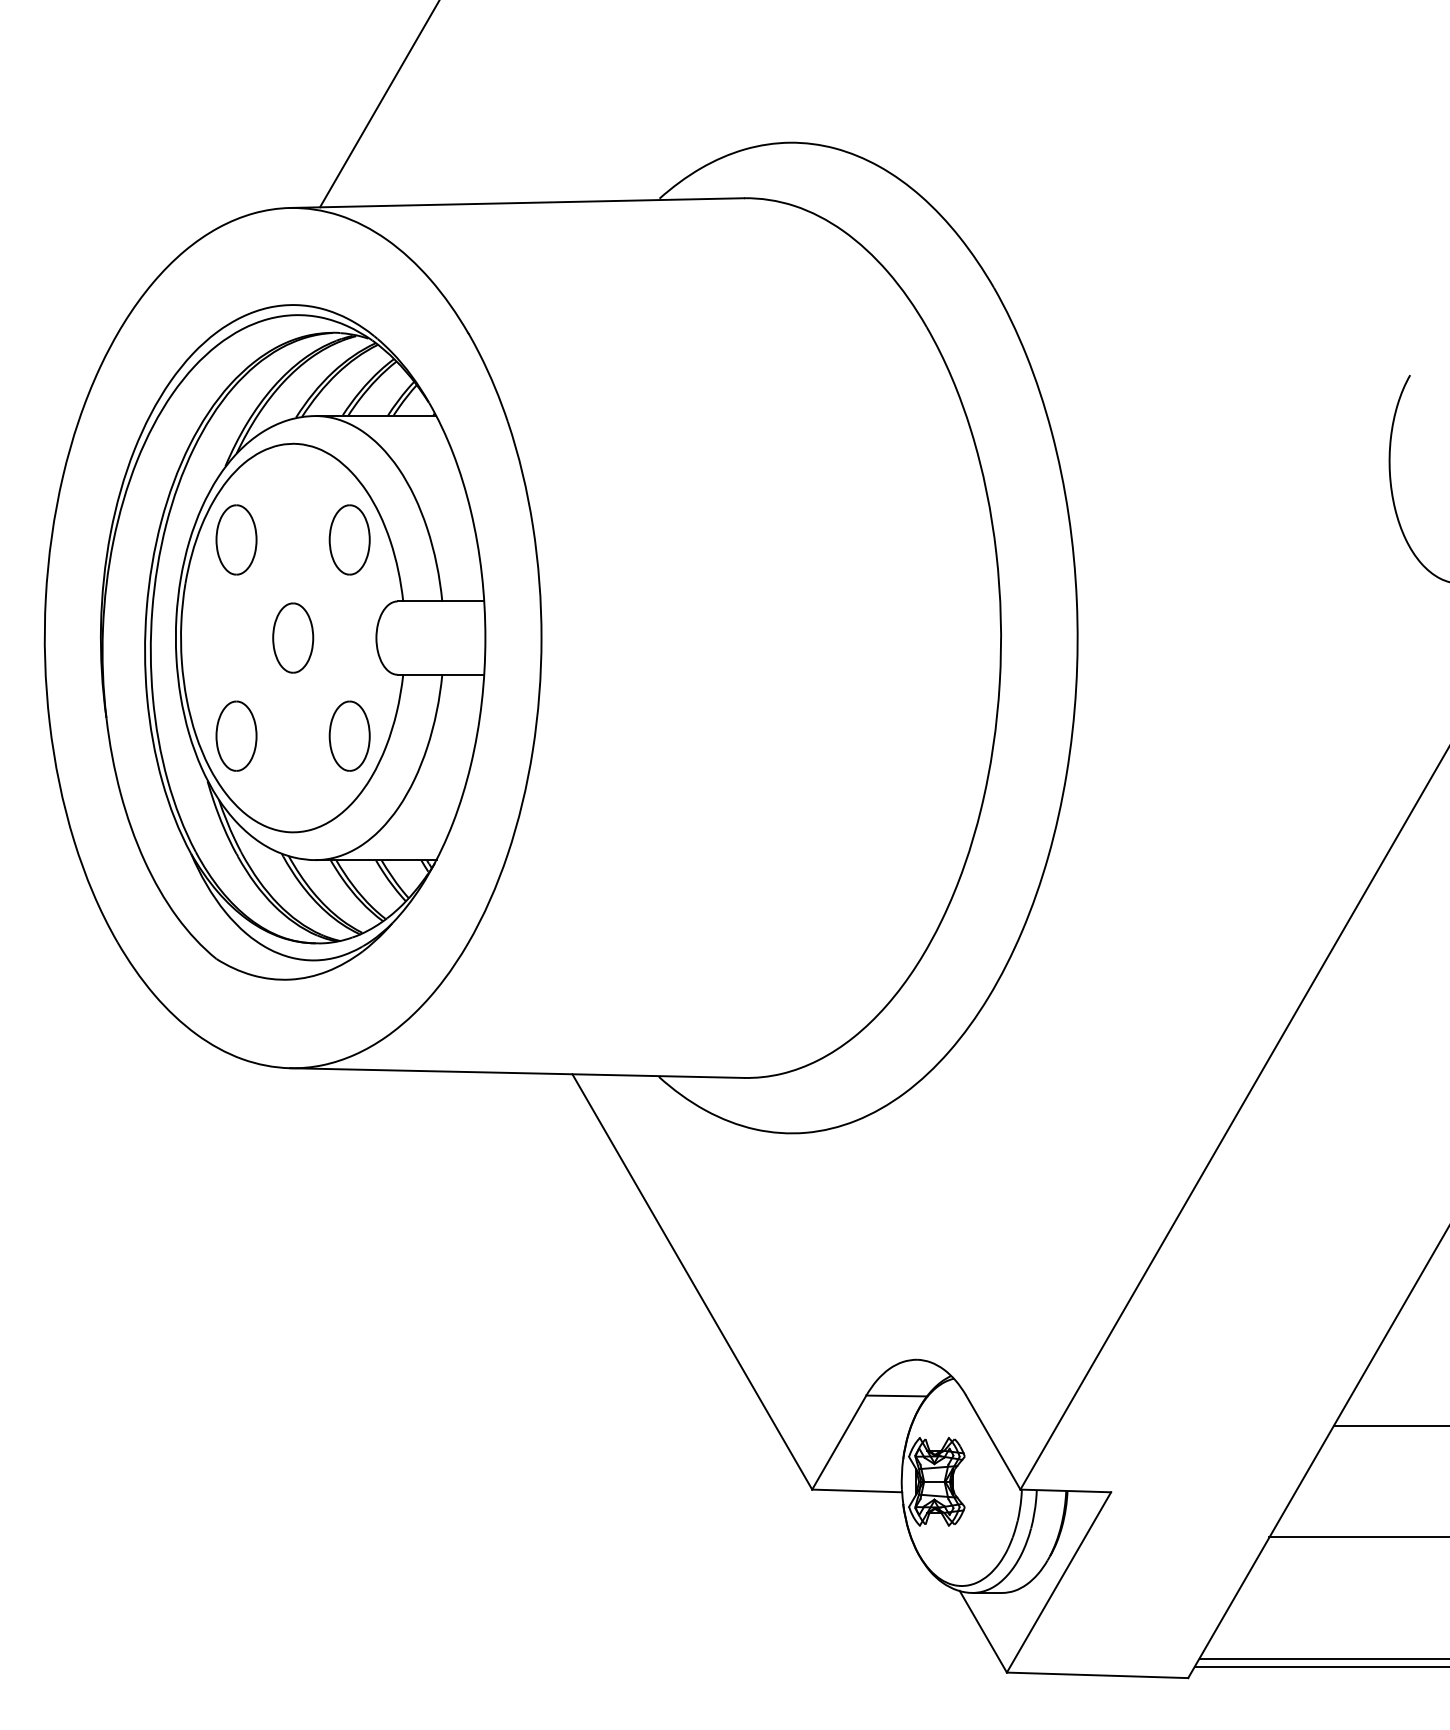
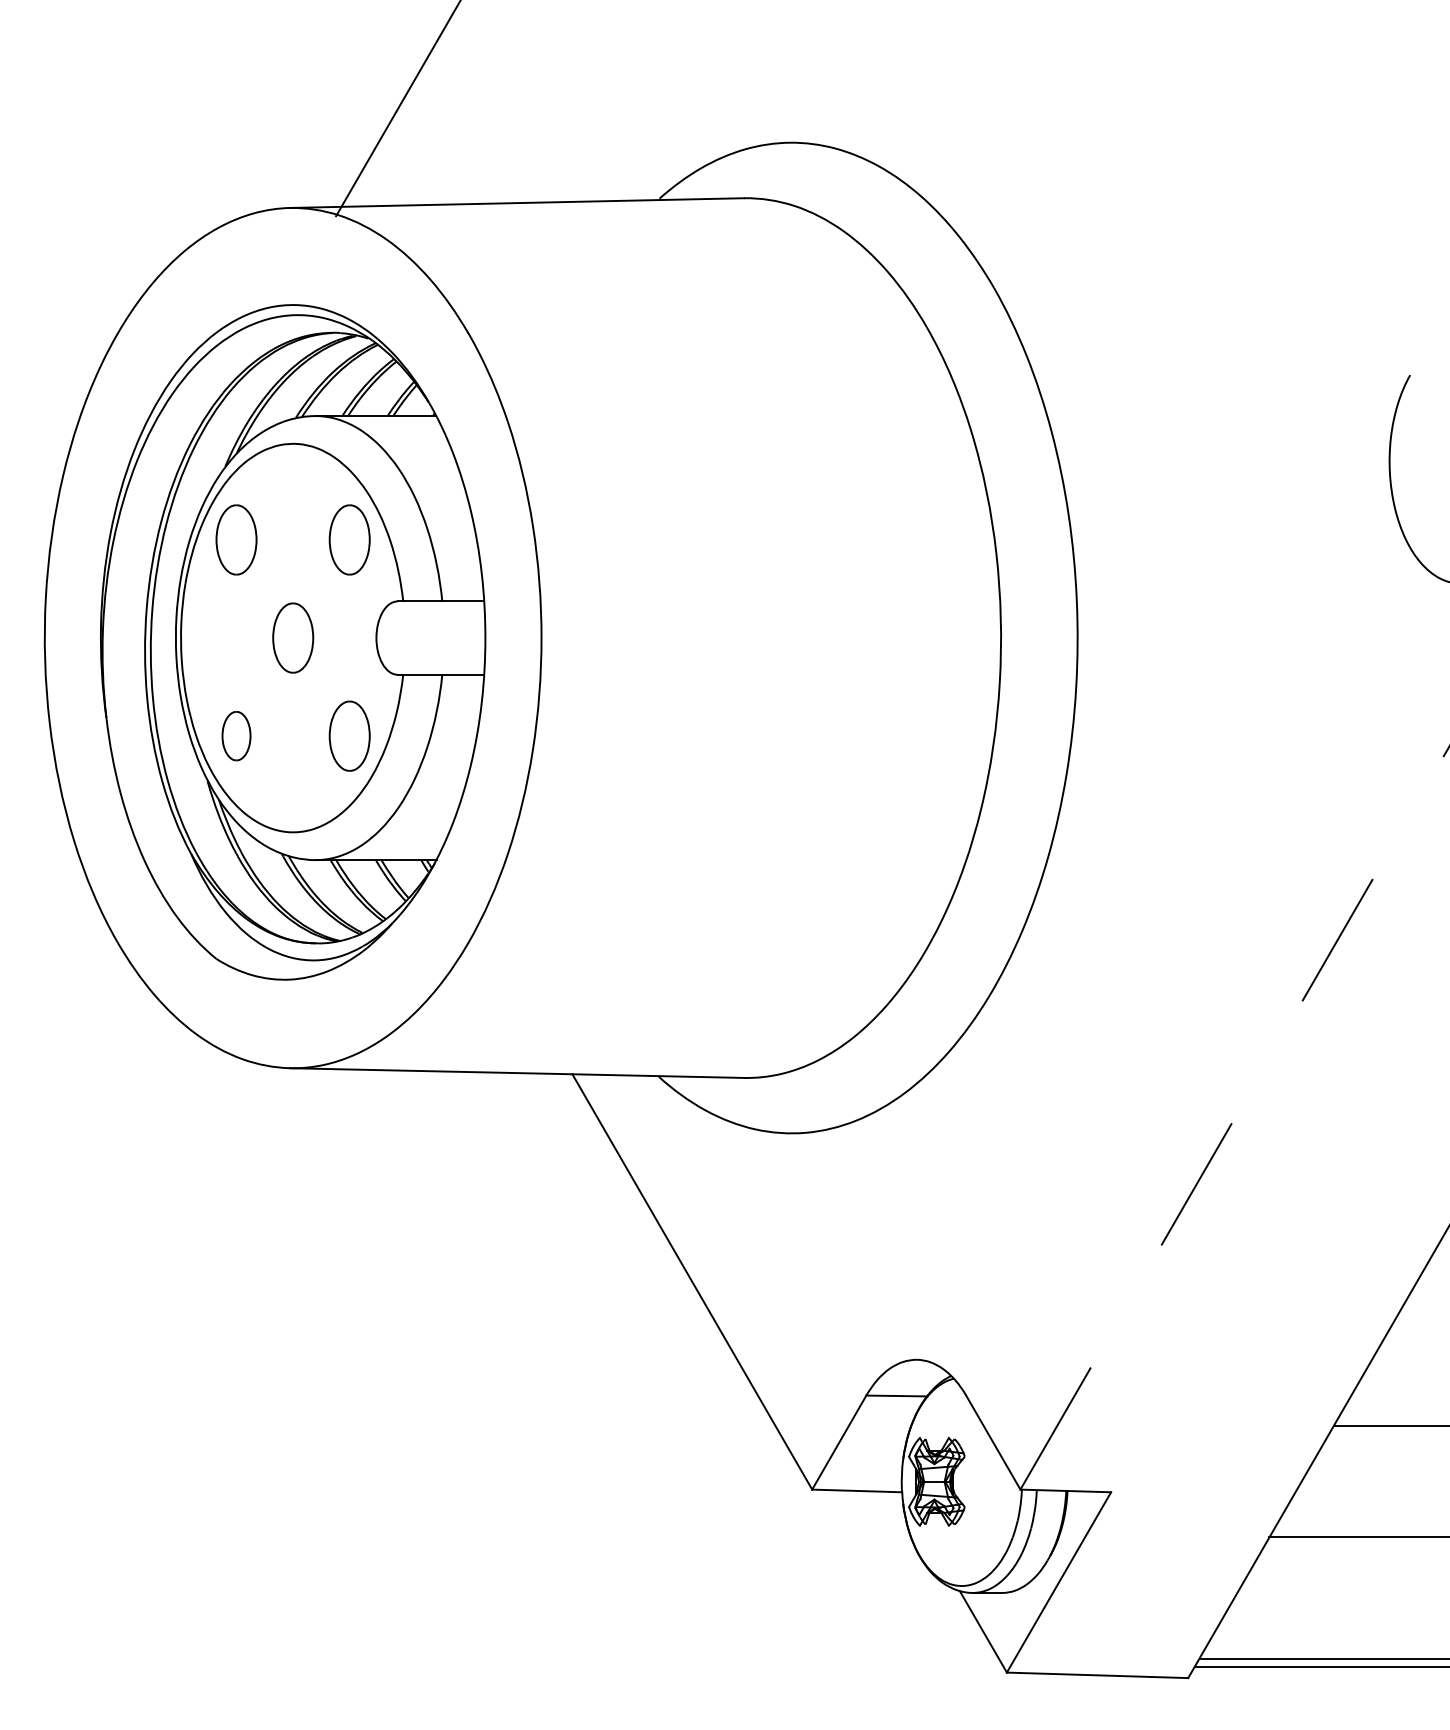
line at (379, 104) position: (379, 104) -> (397, 109)
part at (236, 735) size: 43x72 px -> 31x51 px
line at (1235, 1117): solid -> dashed
